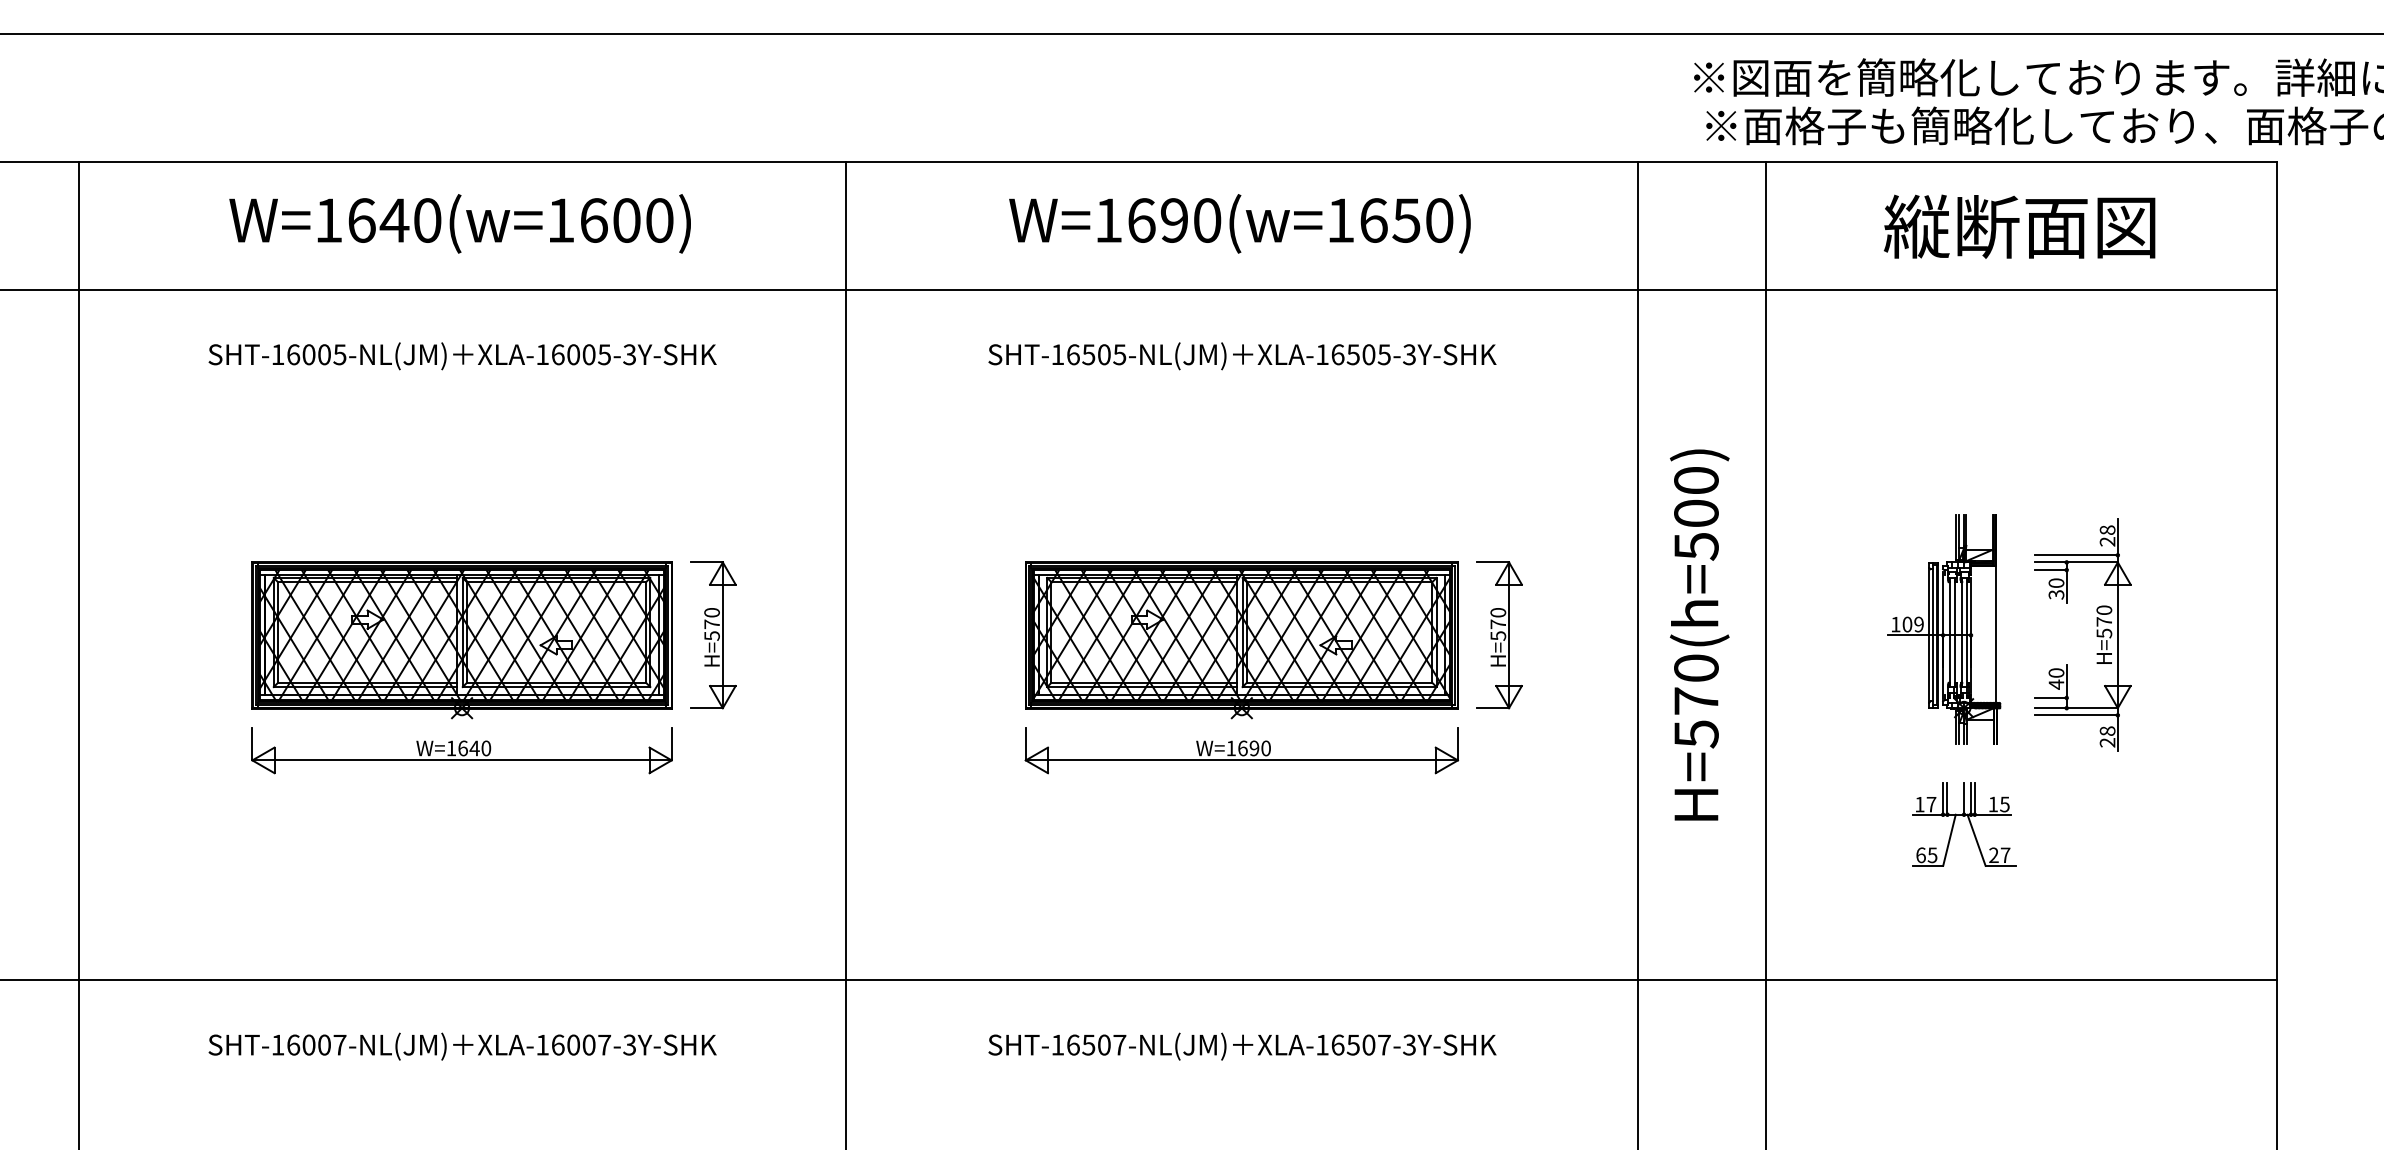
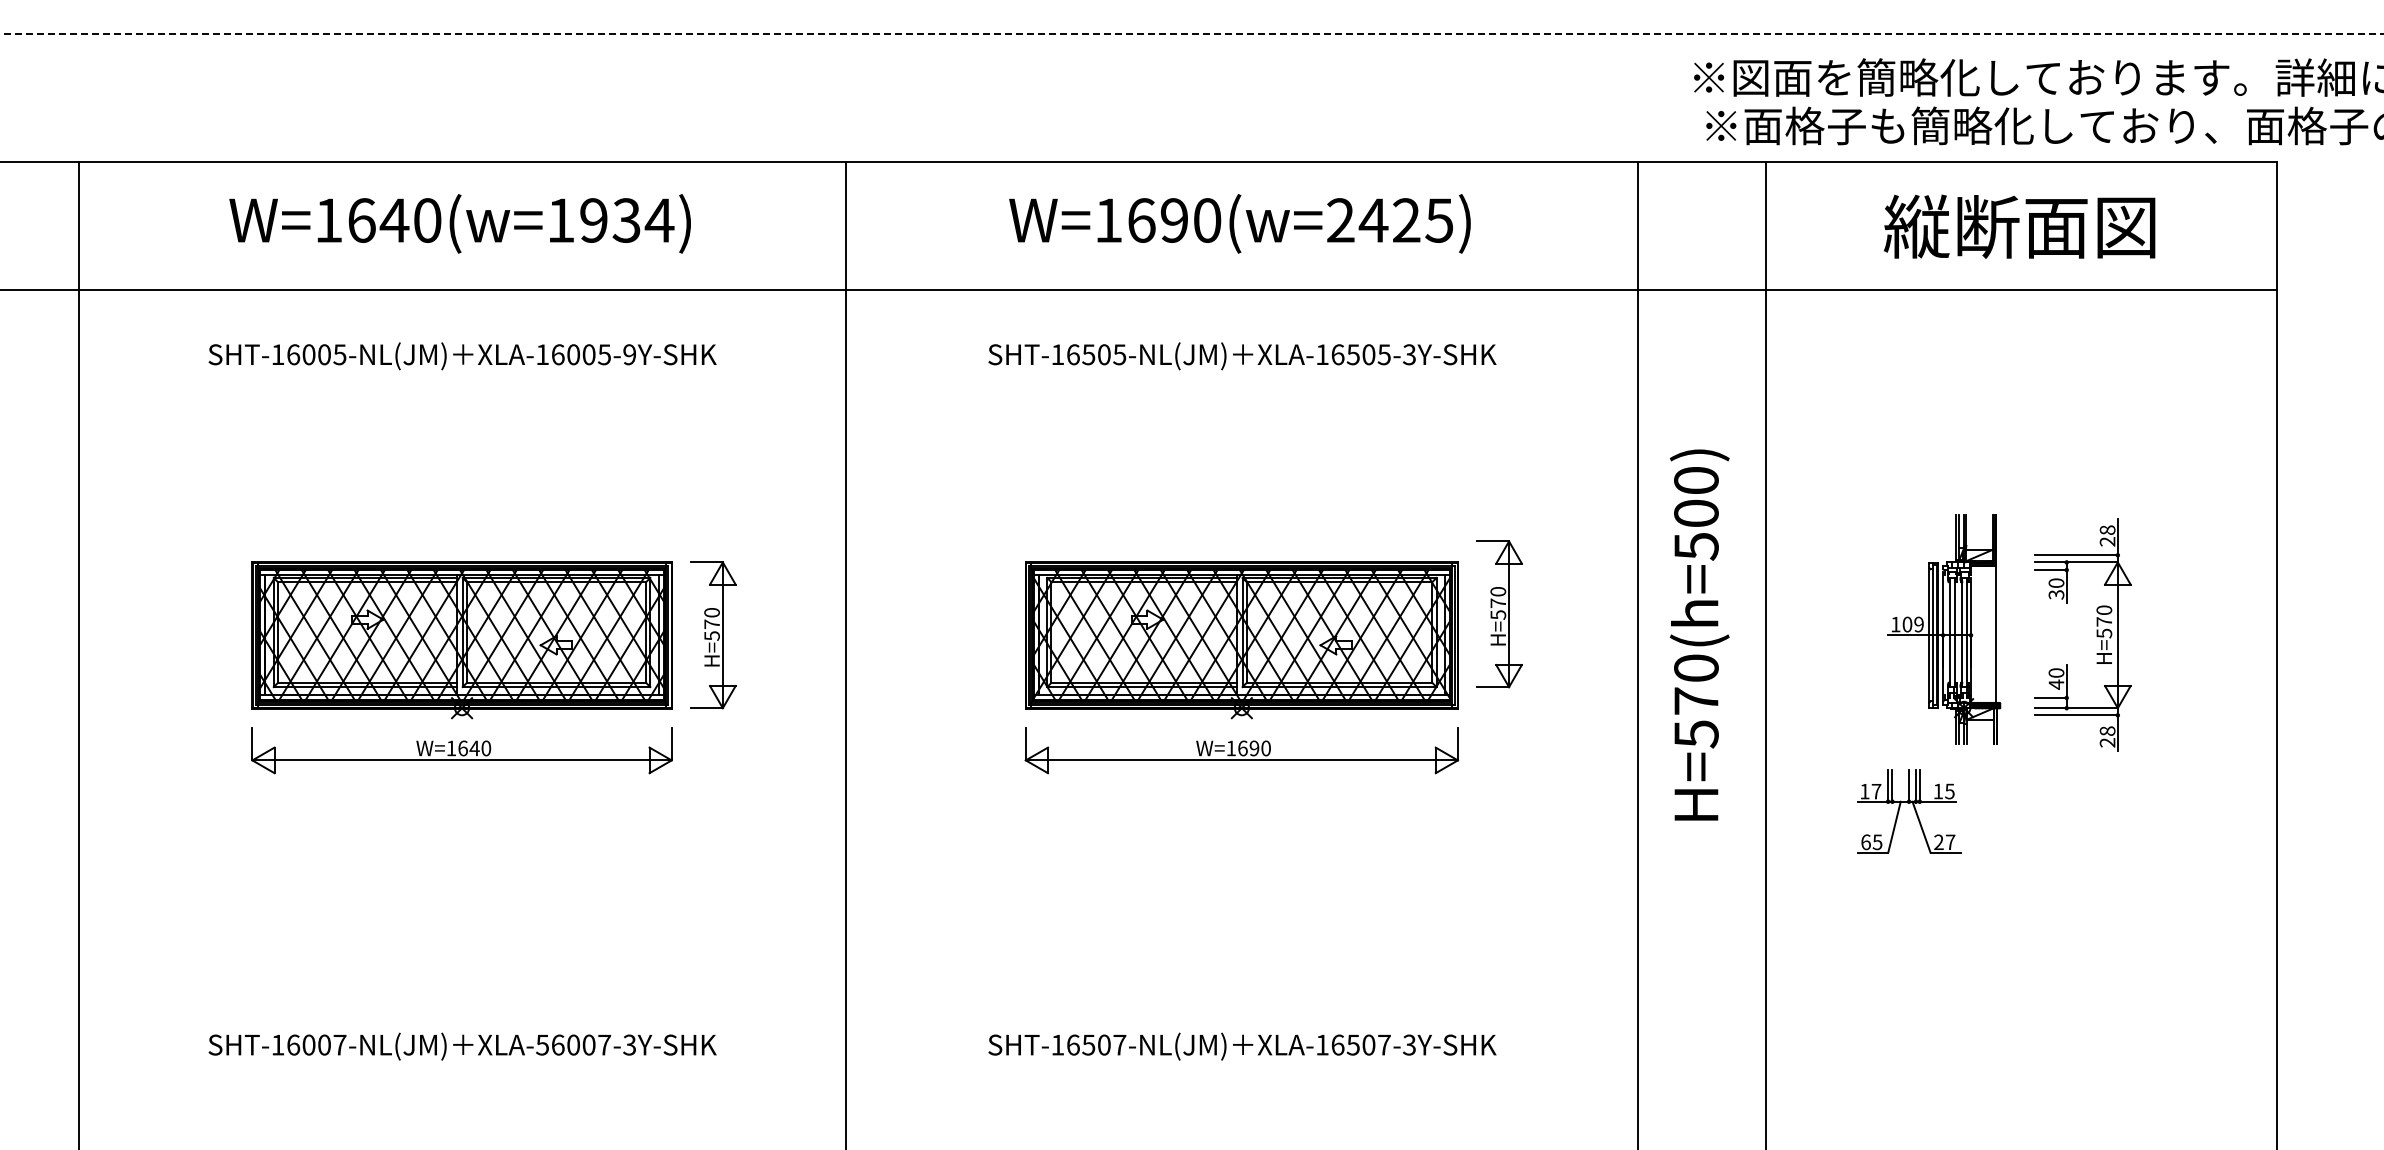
line at (1192, 34): solid -> dashed
text at (627, 220): W=1640(w=1600) -> W=1640(w=1934)
text at (1390, 220): W=1690(w=1650) -> W=1690(w=2425)
text at (629, 354): XLA-16005-3Y-SHK -> XLA-16005-9Y-SHK
part at (1499, 635) position: (1499, 635) -> (1499, 614)
part at (1964, 824) position: (1964, 824) -> (1909, 811)
line at (1139, 980): present -> none
text at (542, 1044): XLA-16007-3Y-SHK -> XLA-56007-3Y-SHK
